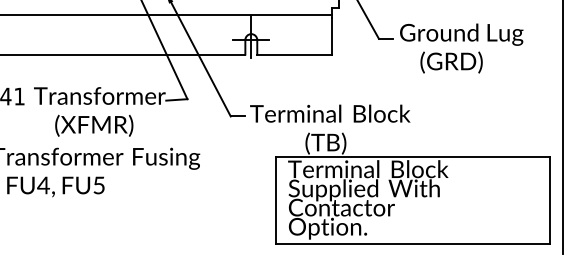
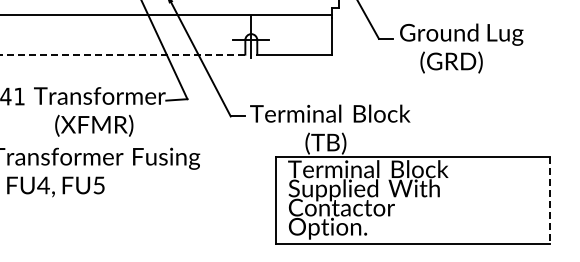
line at (122, 54): solid -> dashed
line at (562, 128): present -> none
line at (549, 201): solid -> dashed
